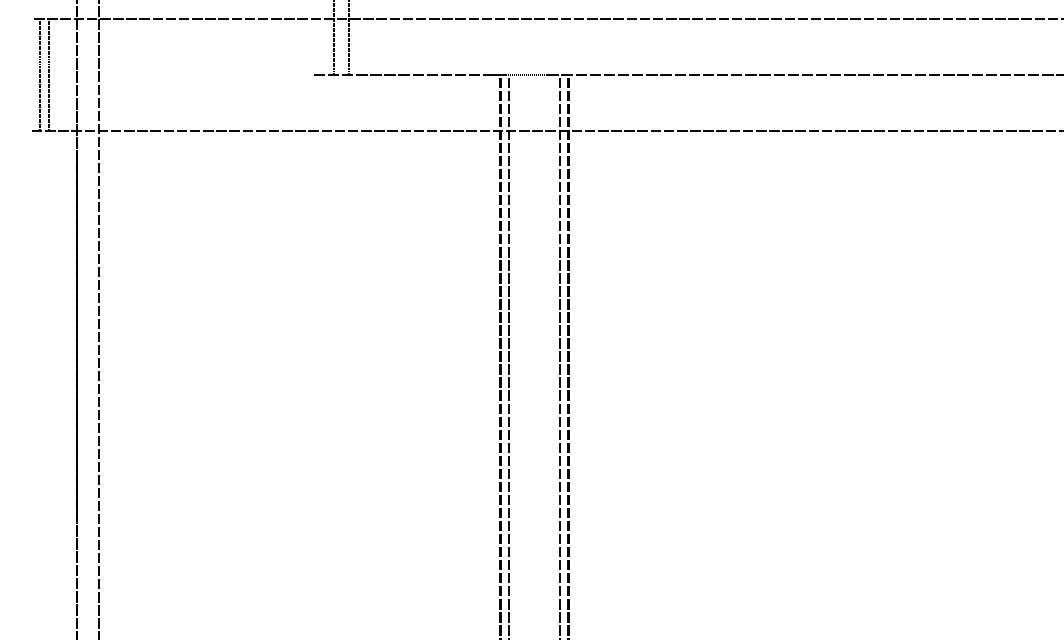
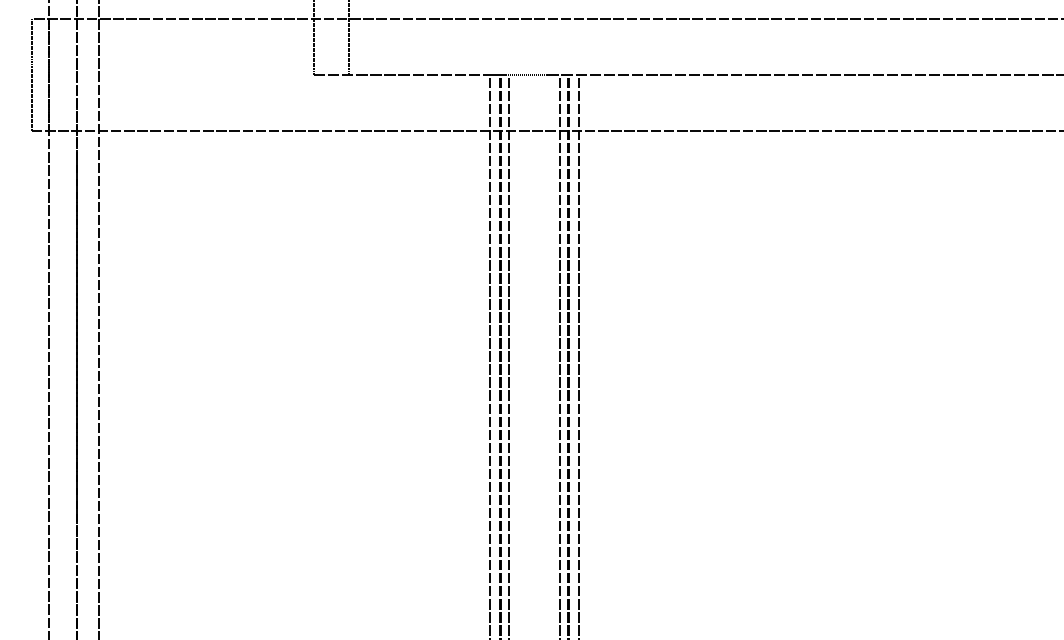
line at (334, 38) position: (334, 38) -> (314, 38)
line at (39, 74) position: (39, 74) -> (31, 74)
line at (48, 319): none -> present
line at (489, 355): none -> present
line at (579, 355): none -> present
